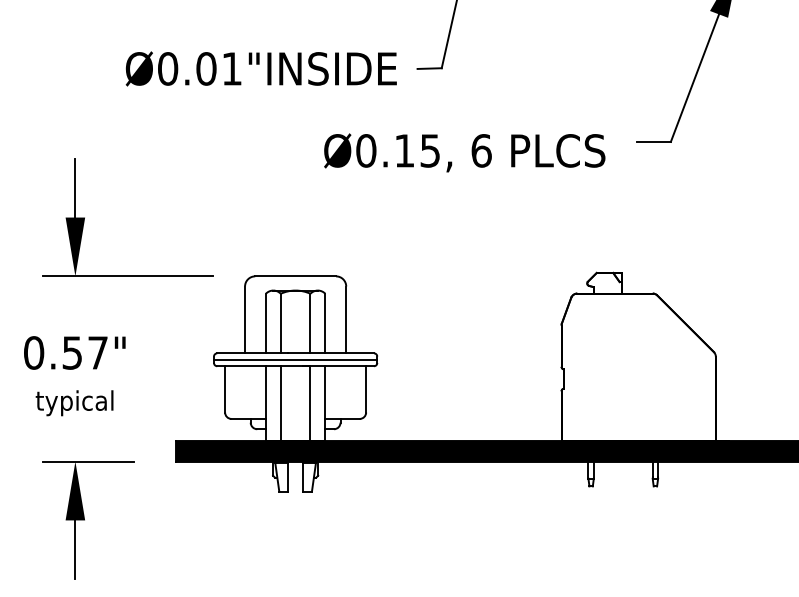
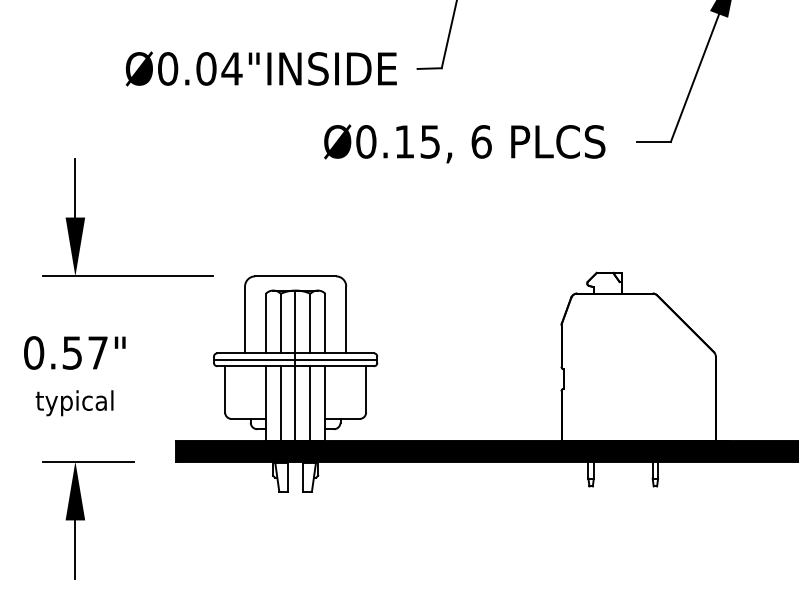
text at (231, 68): Ø0.01"INSIDE -> Ø0.04"INSIDE
text at (464, 152) position: (464, 152) -> (464, 143)
line at (295, 366): none -> present
